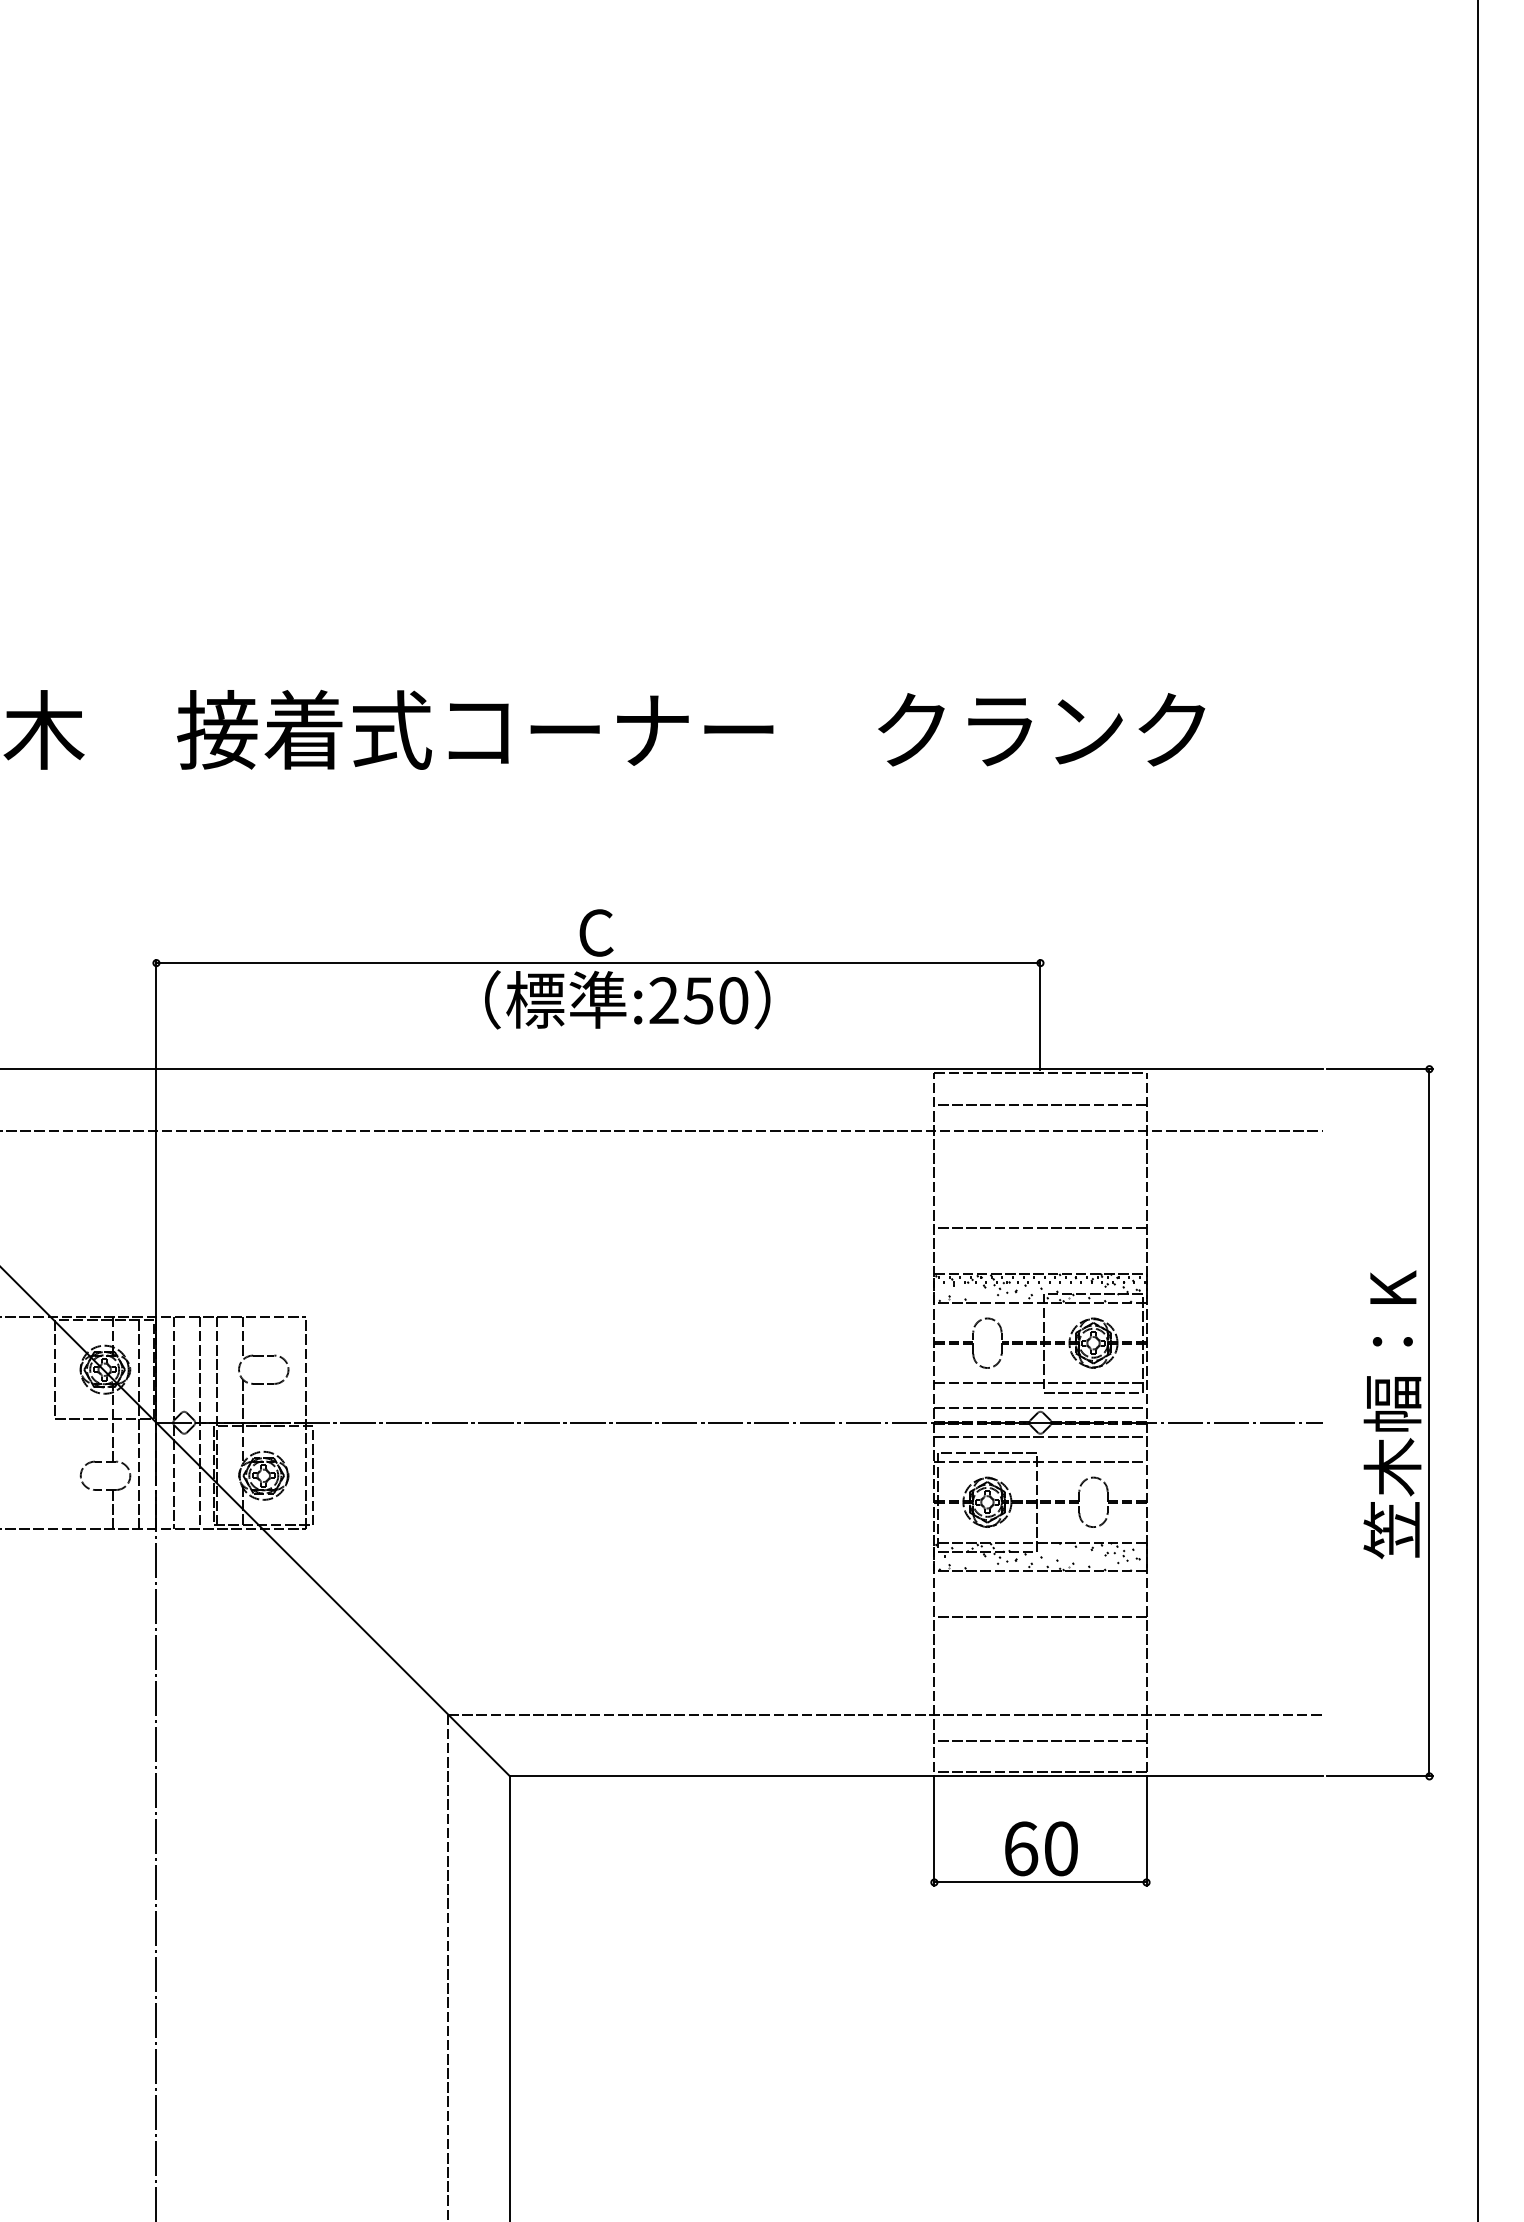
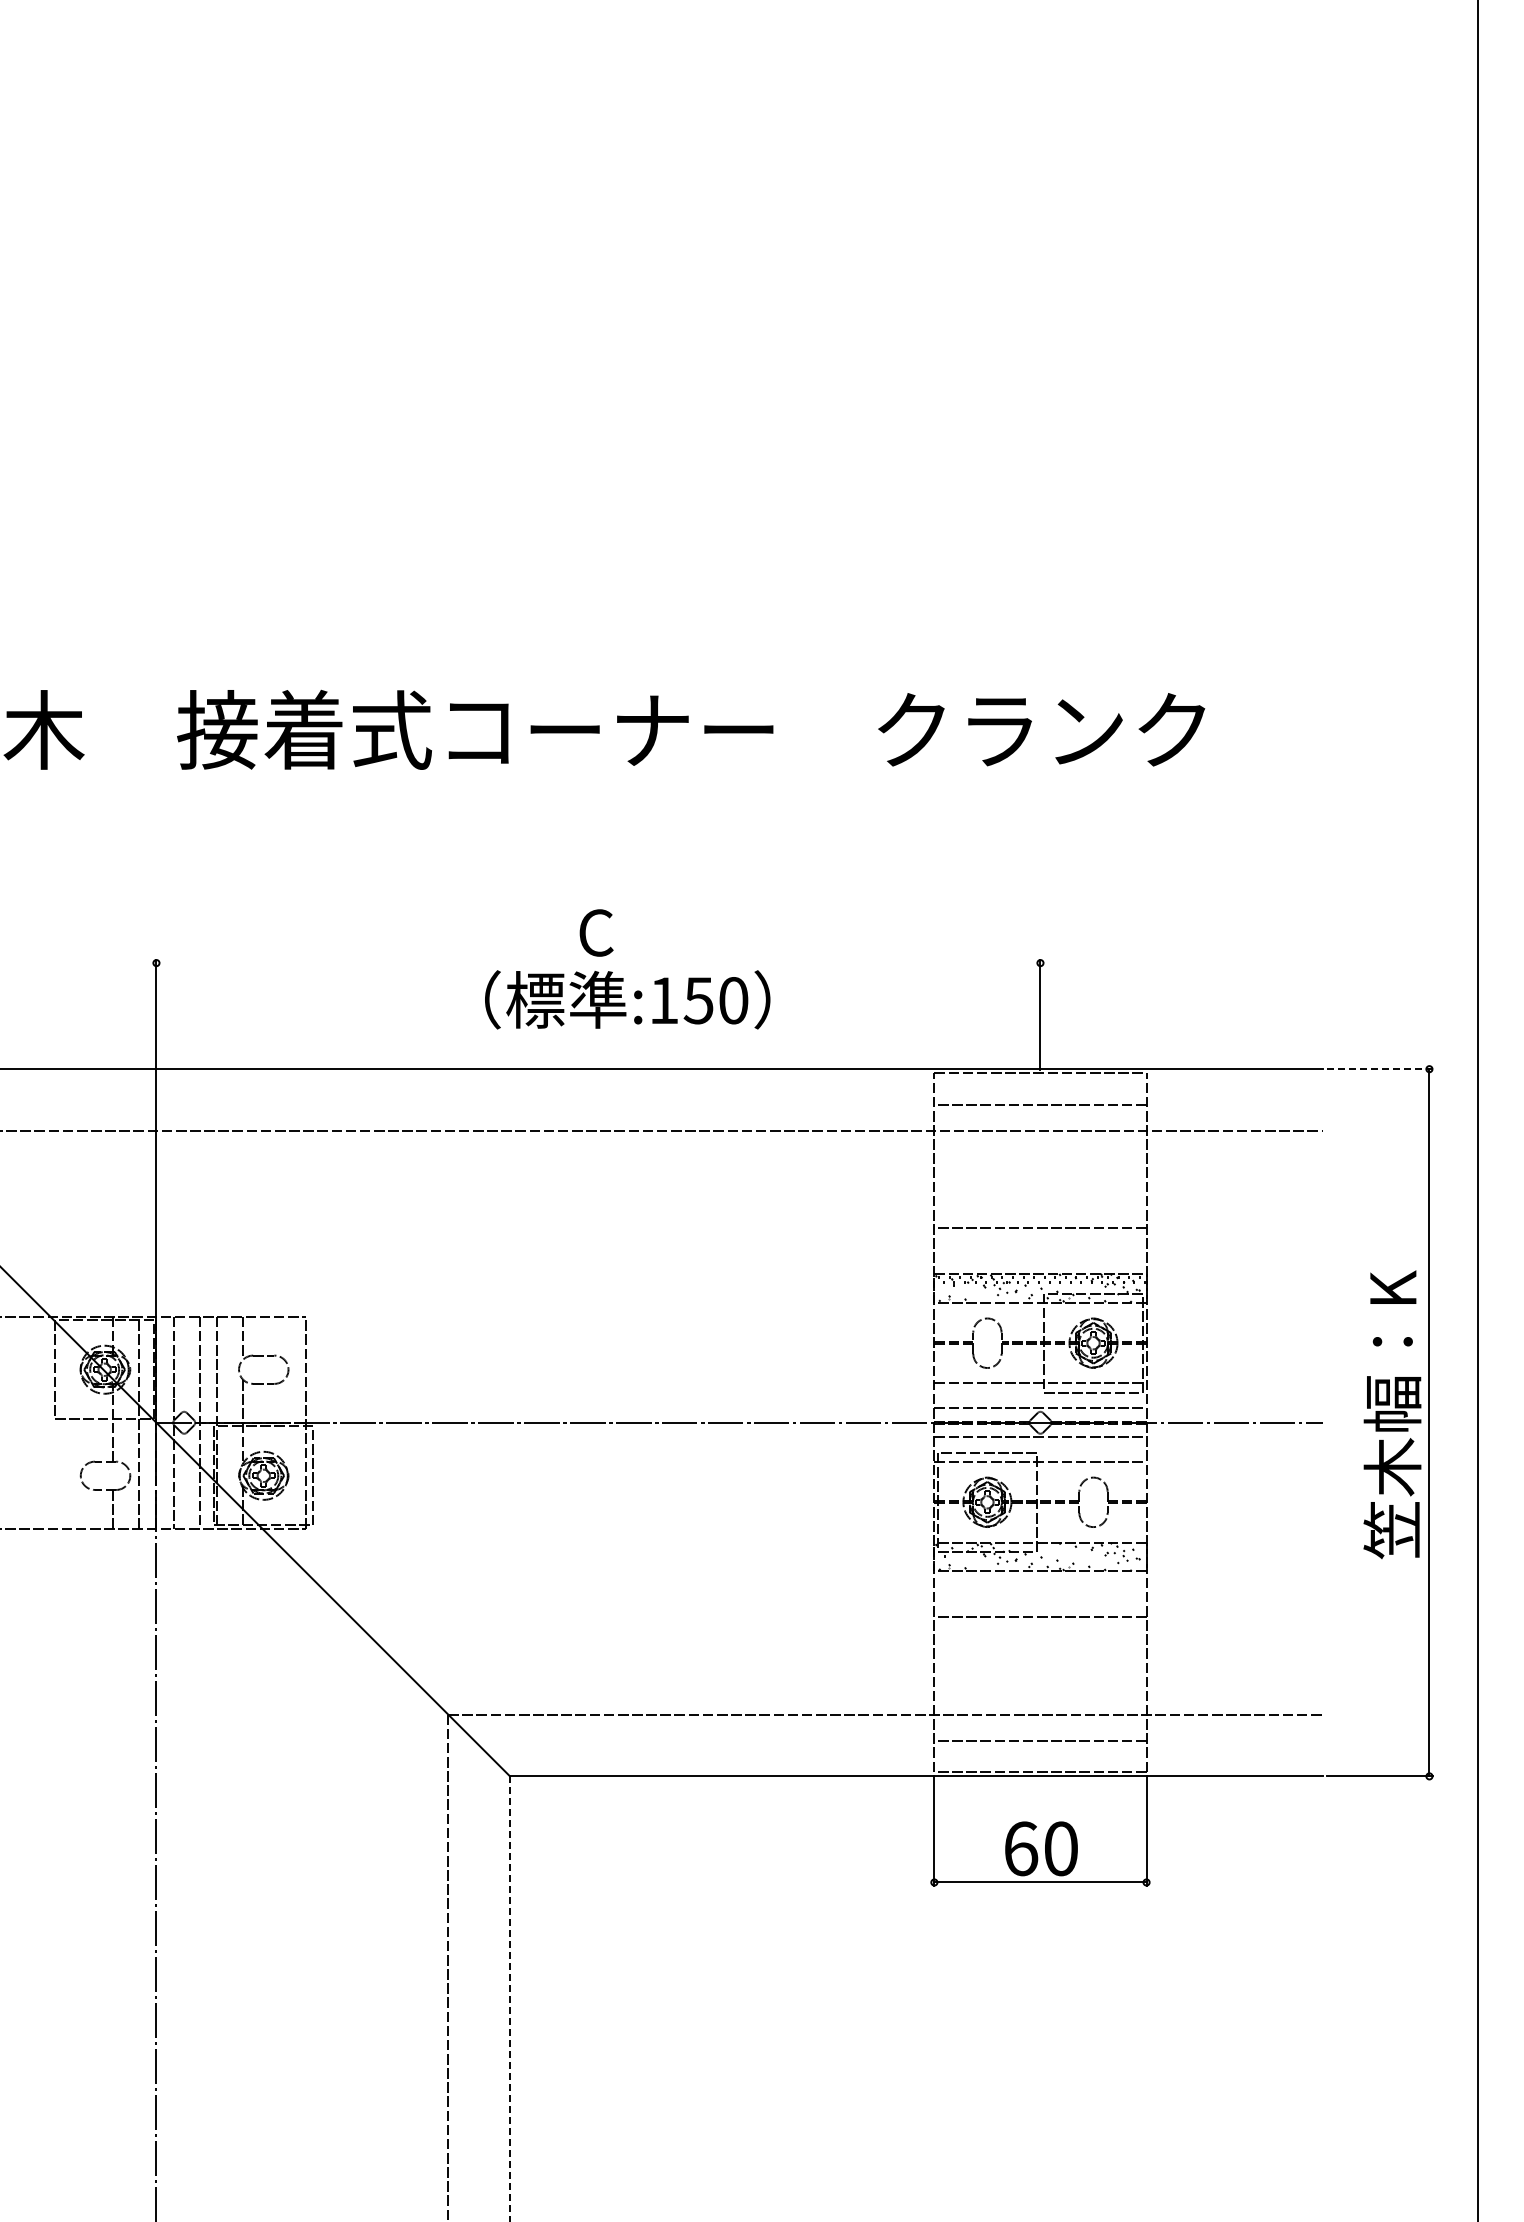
line at (598, 963): present -> none
text at (663, 1000): :250 -> :150
line at (1380, 1069): solid -> dashed
line at (510, 1999): solid -> dashed
